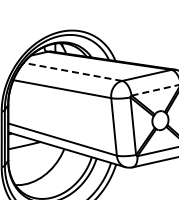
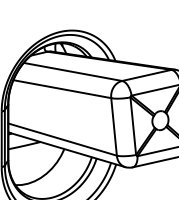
line at (72, 71): dashed -> solid
line at (155, 90): dashed -> solid
